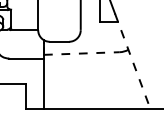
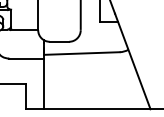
line at (81, 53): dashed -> solid
line at (132, 61): dashed -> solid
